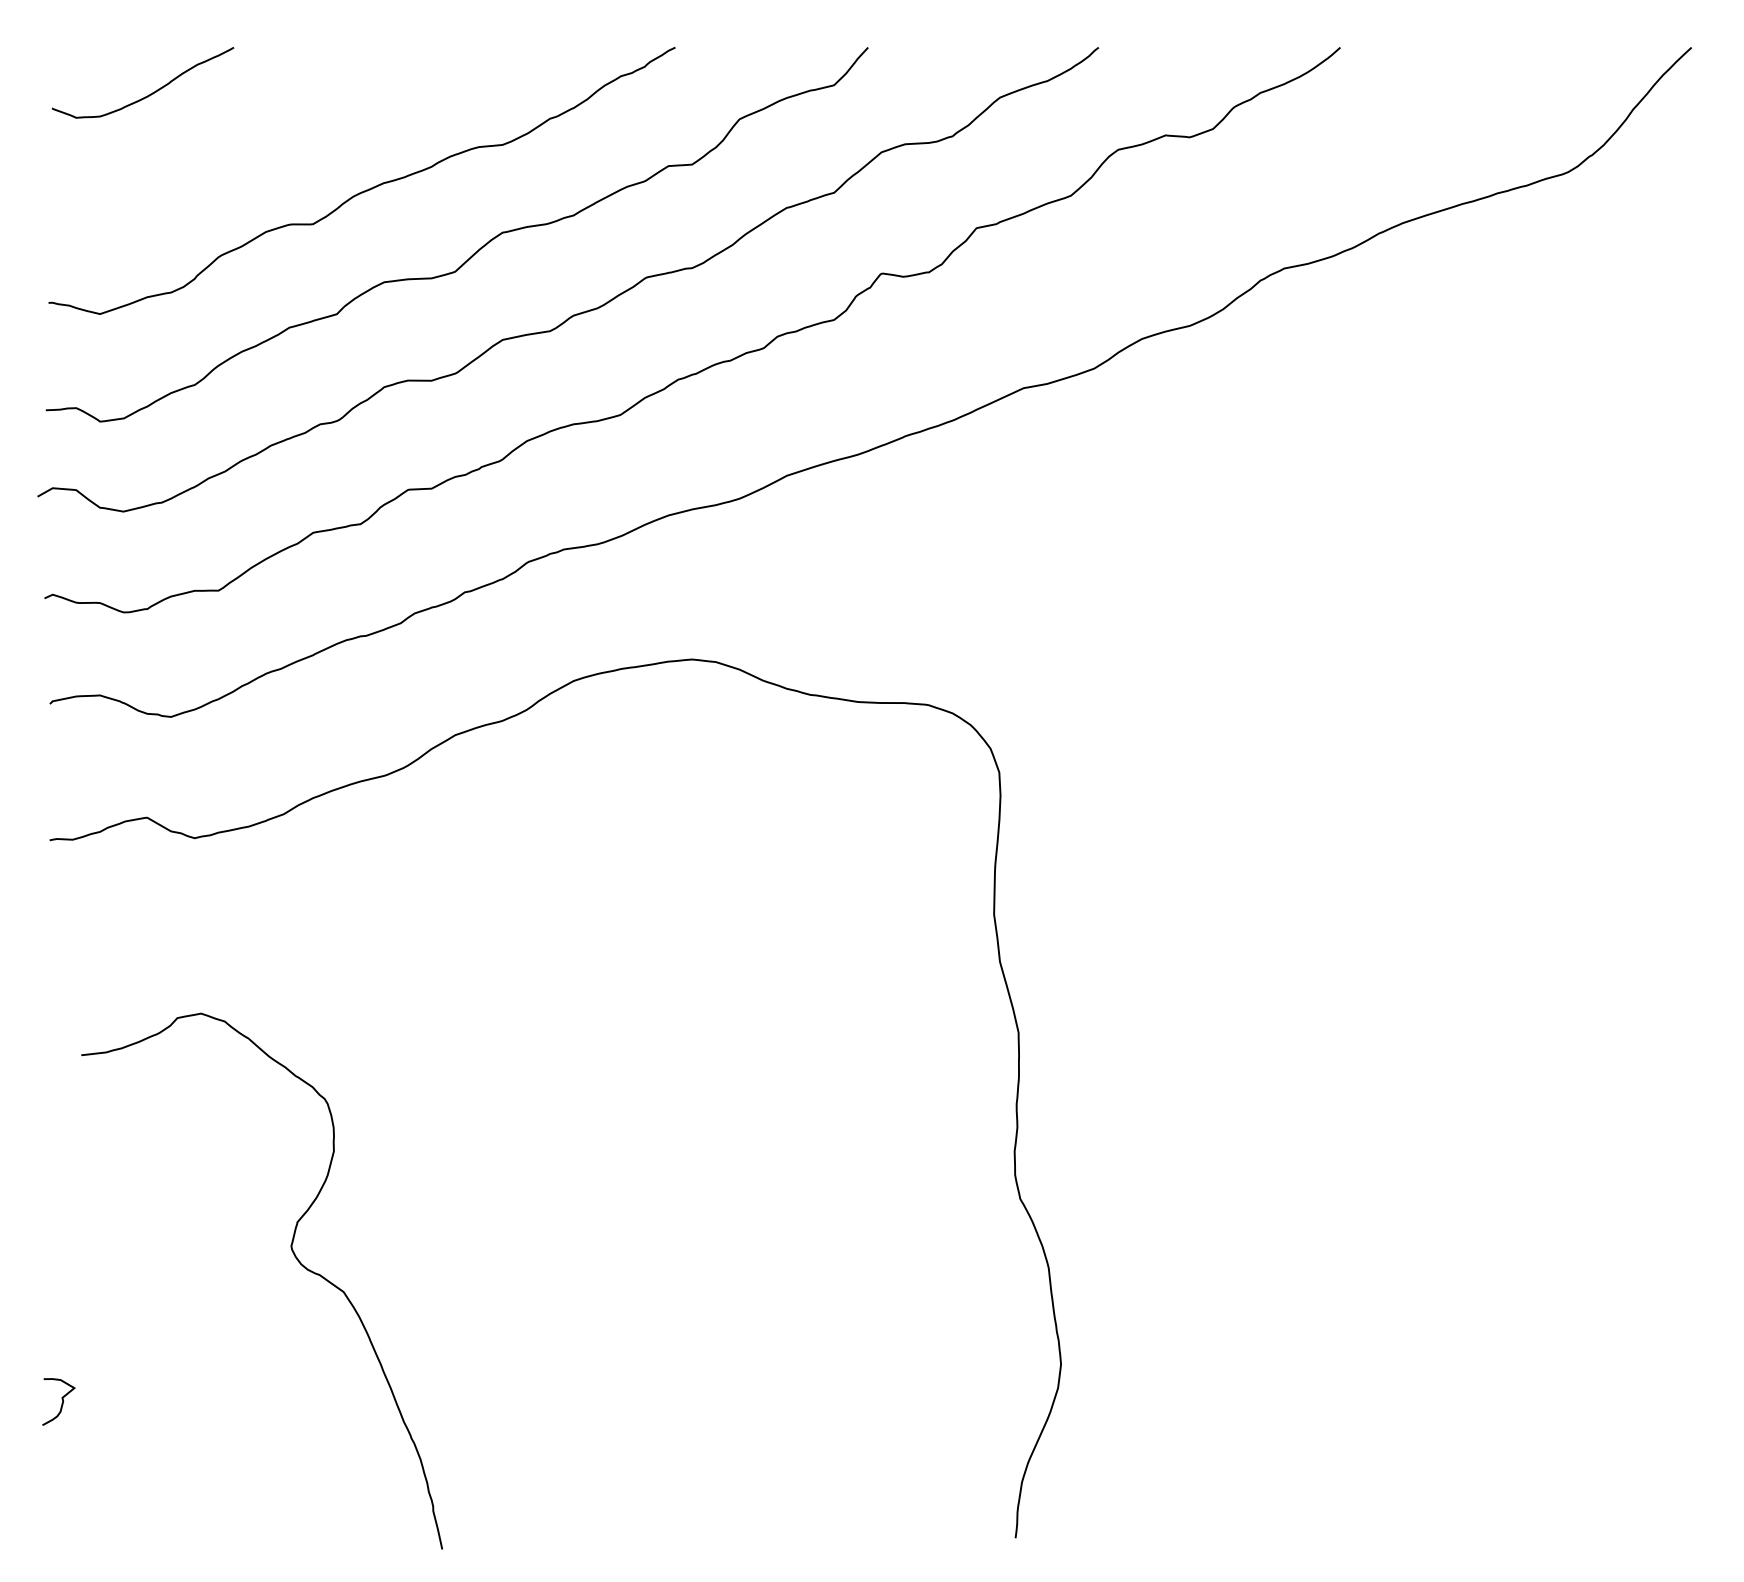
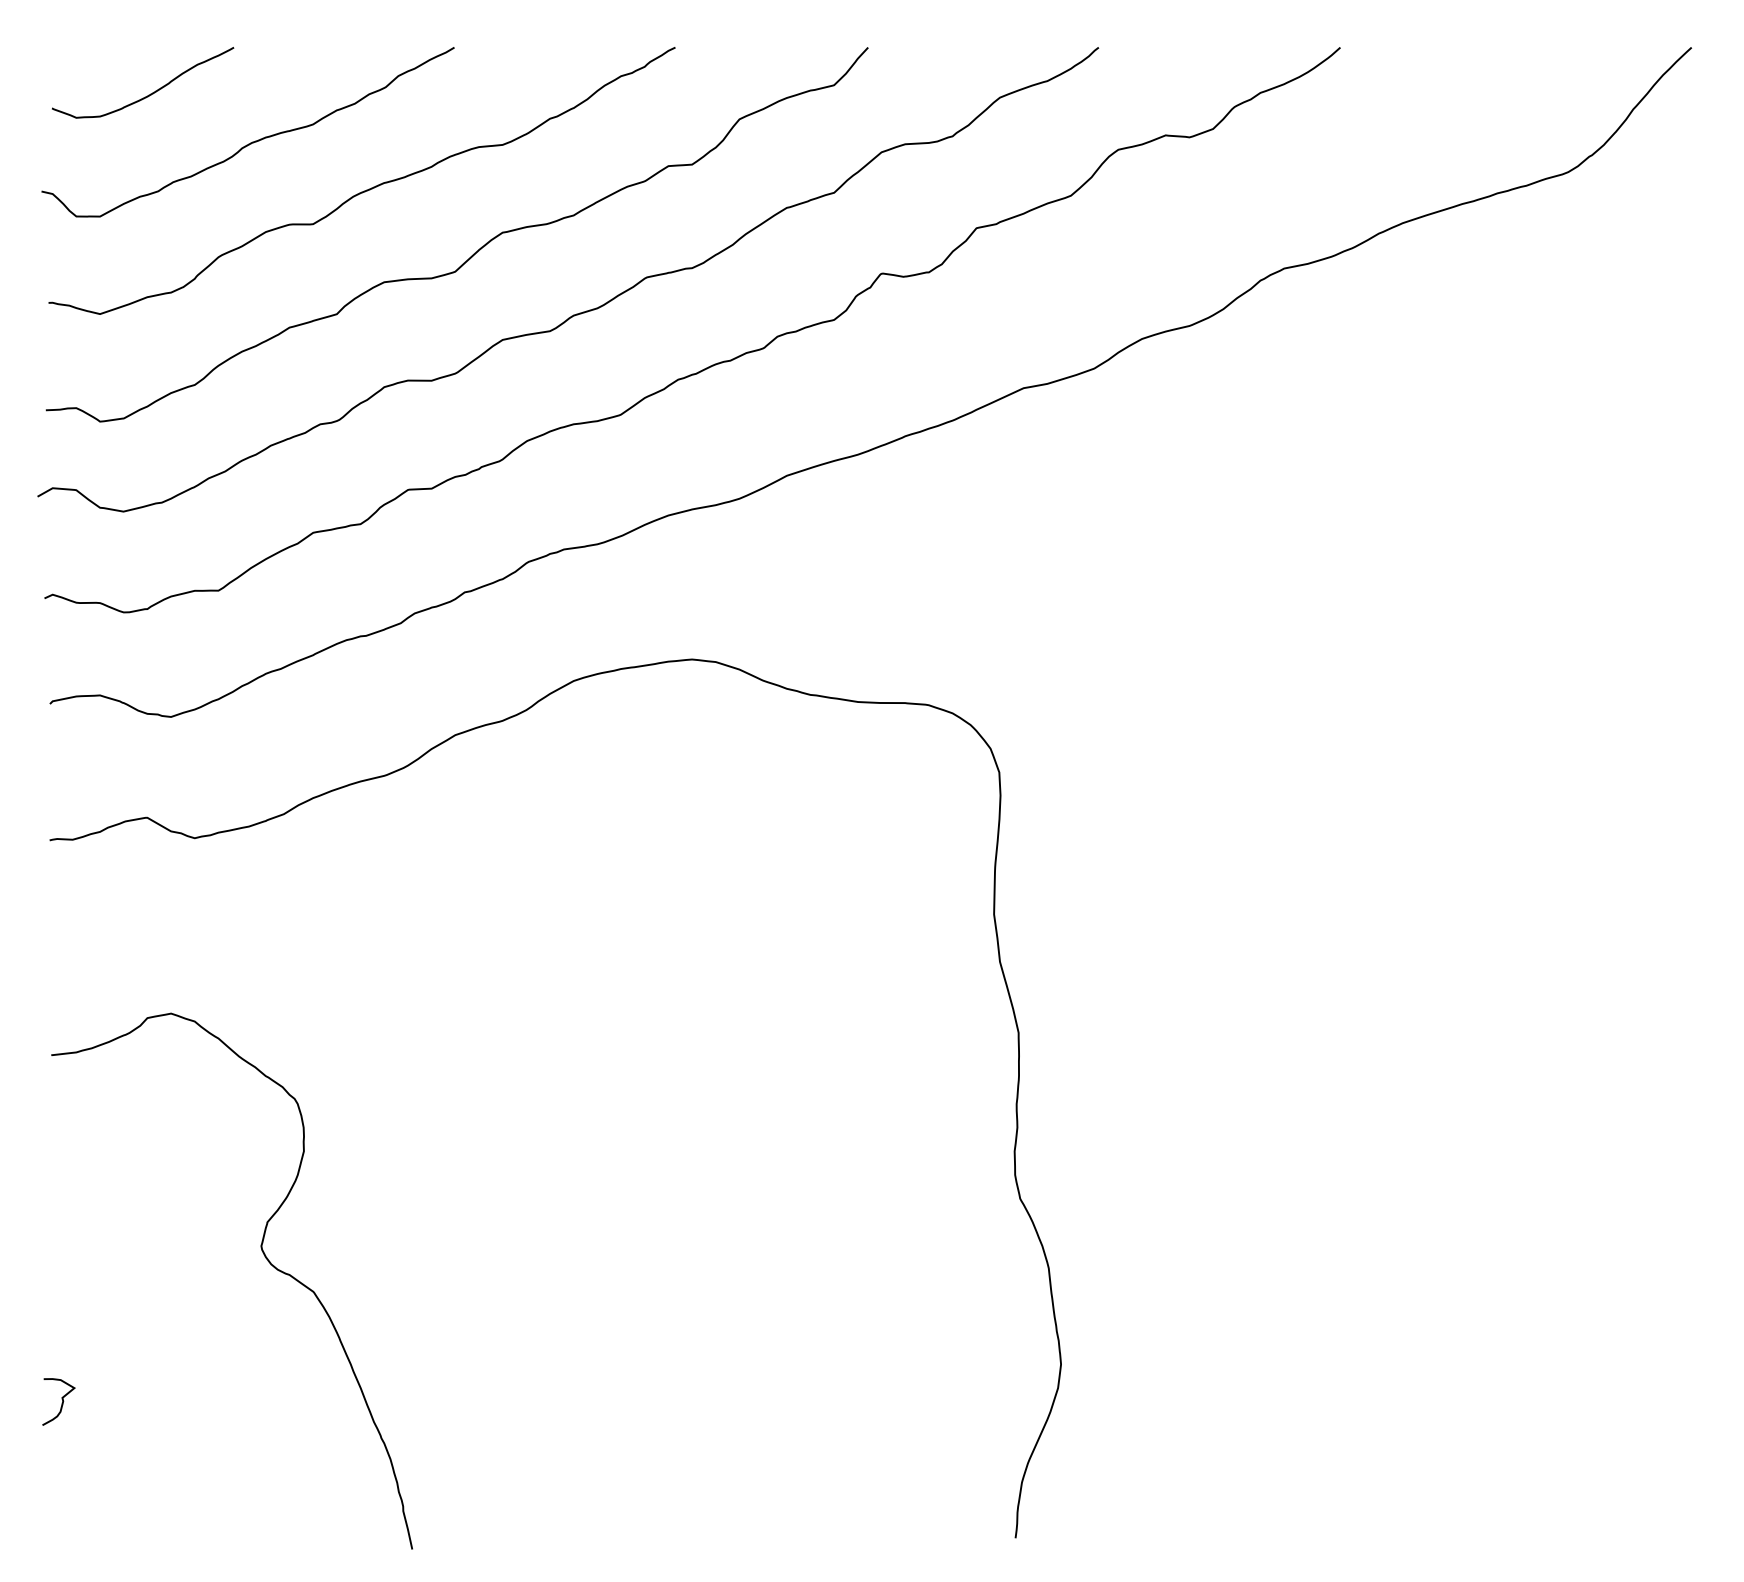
curve at (252, 141): none -> present
curve at (295, 1258) position: (295, 1258) -> (265, 1258)
